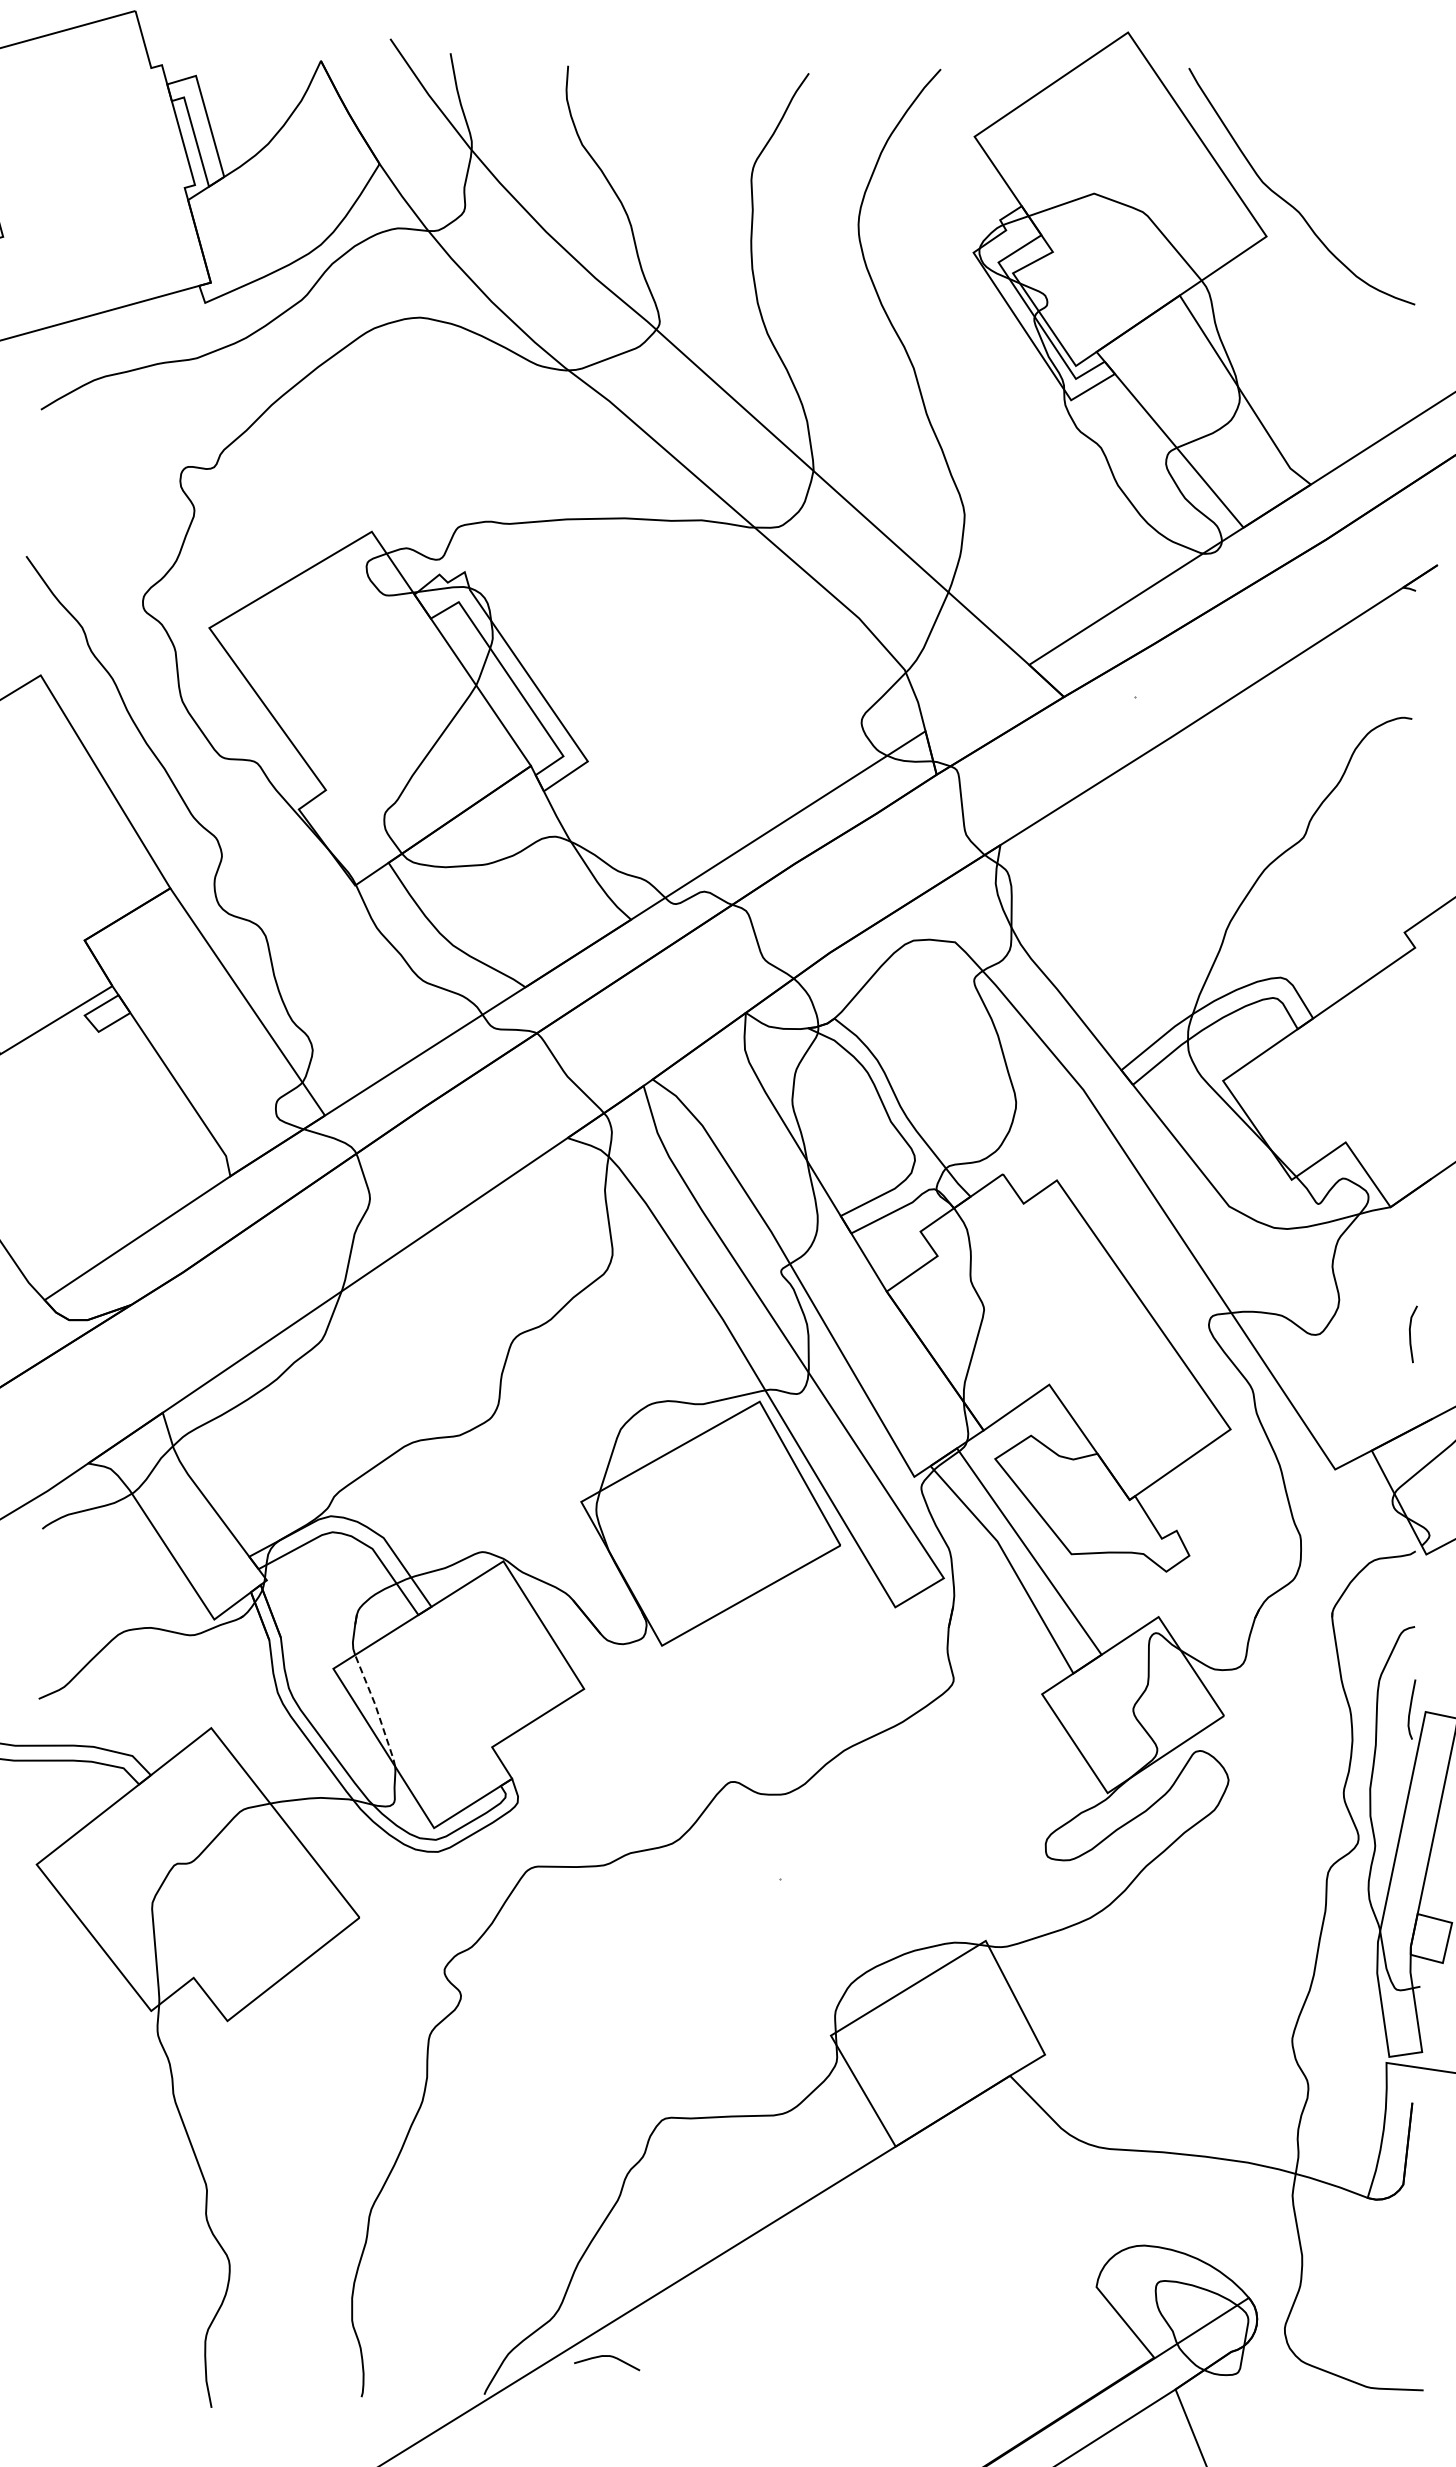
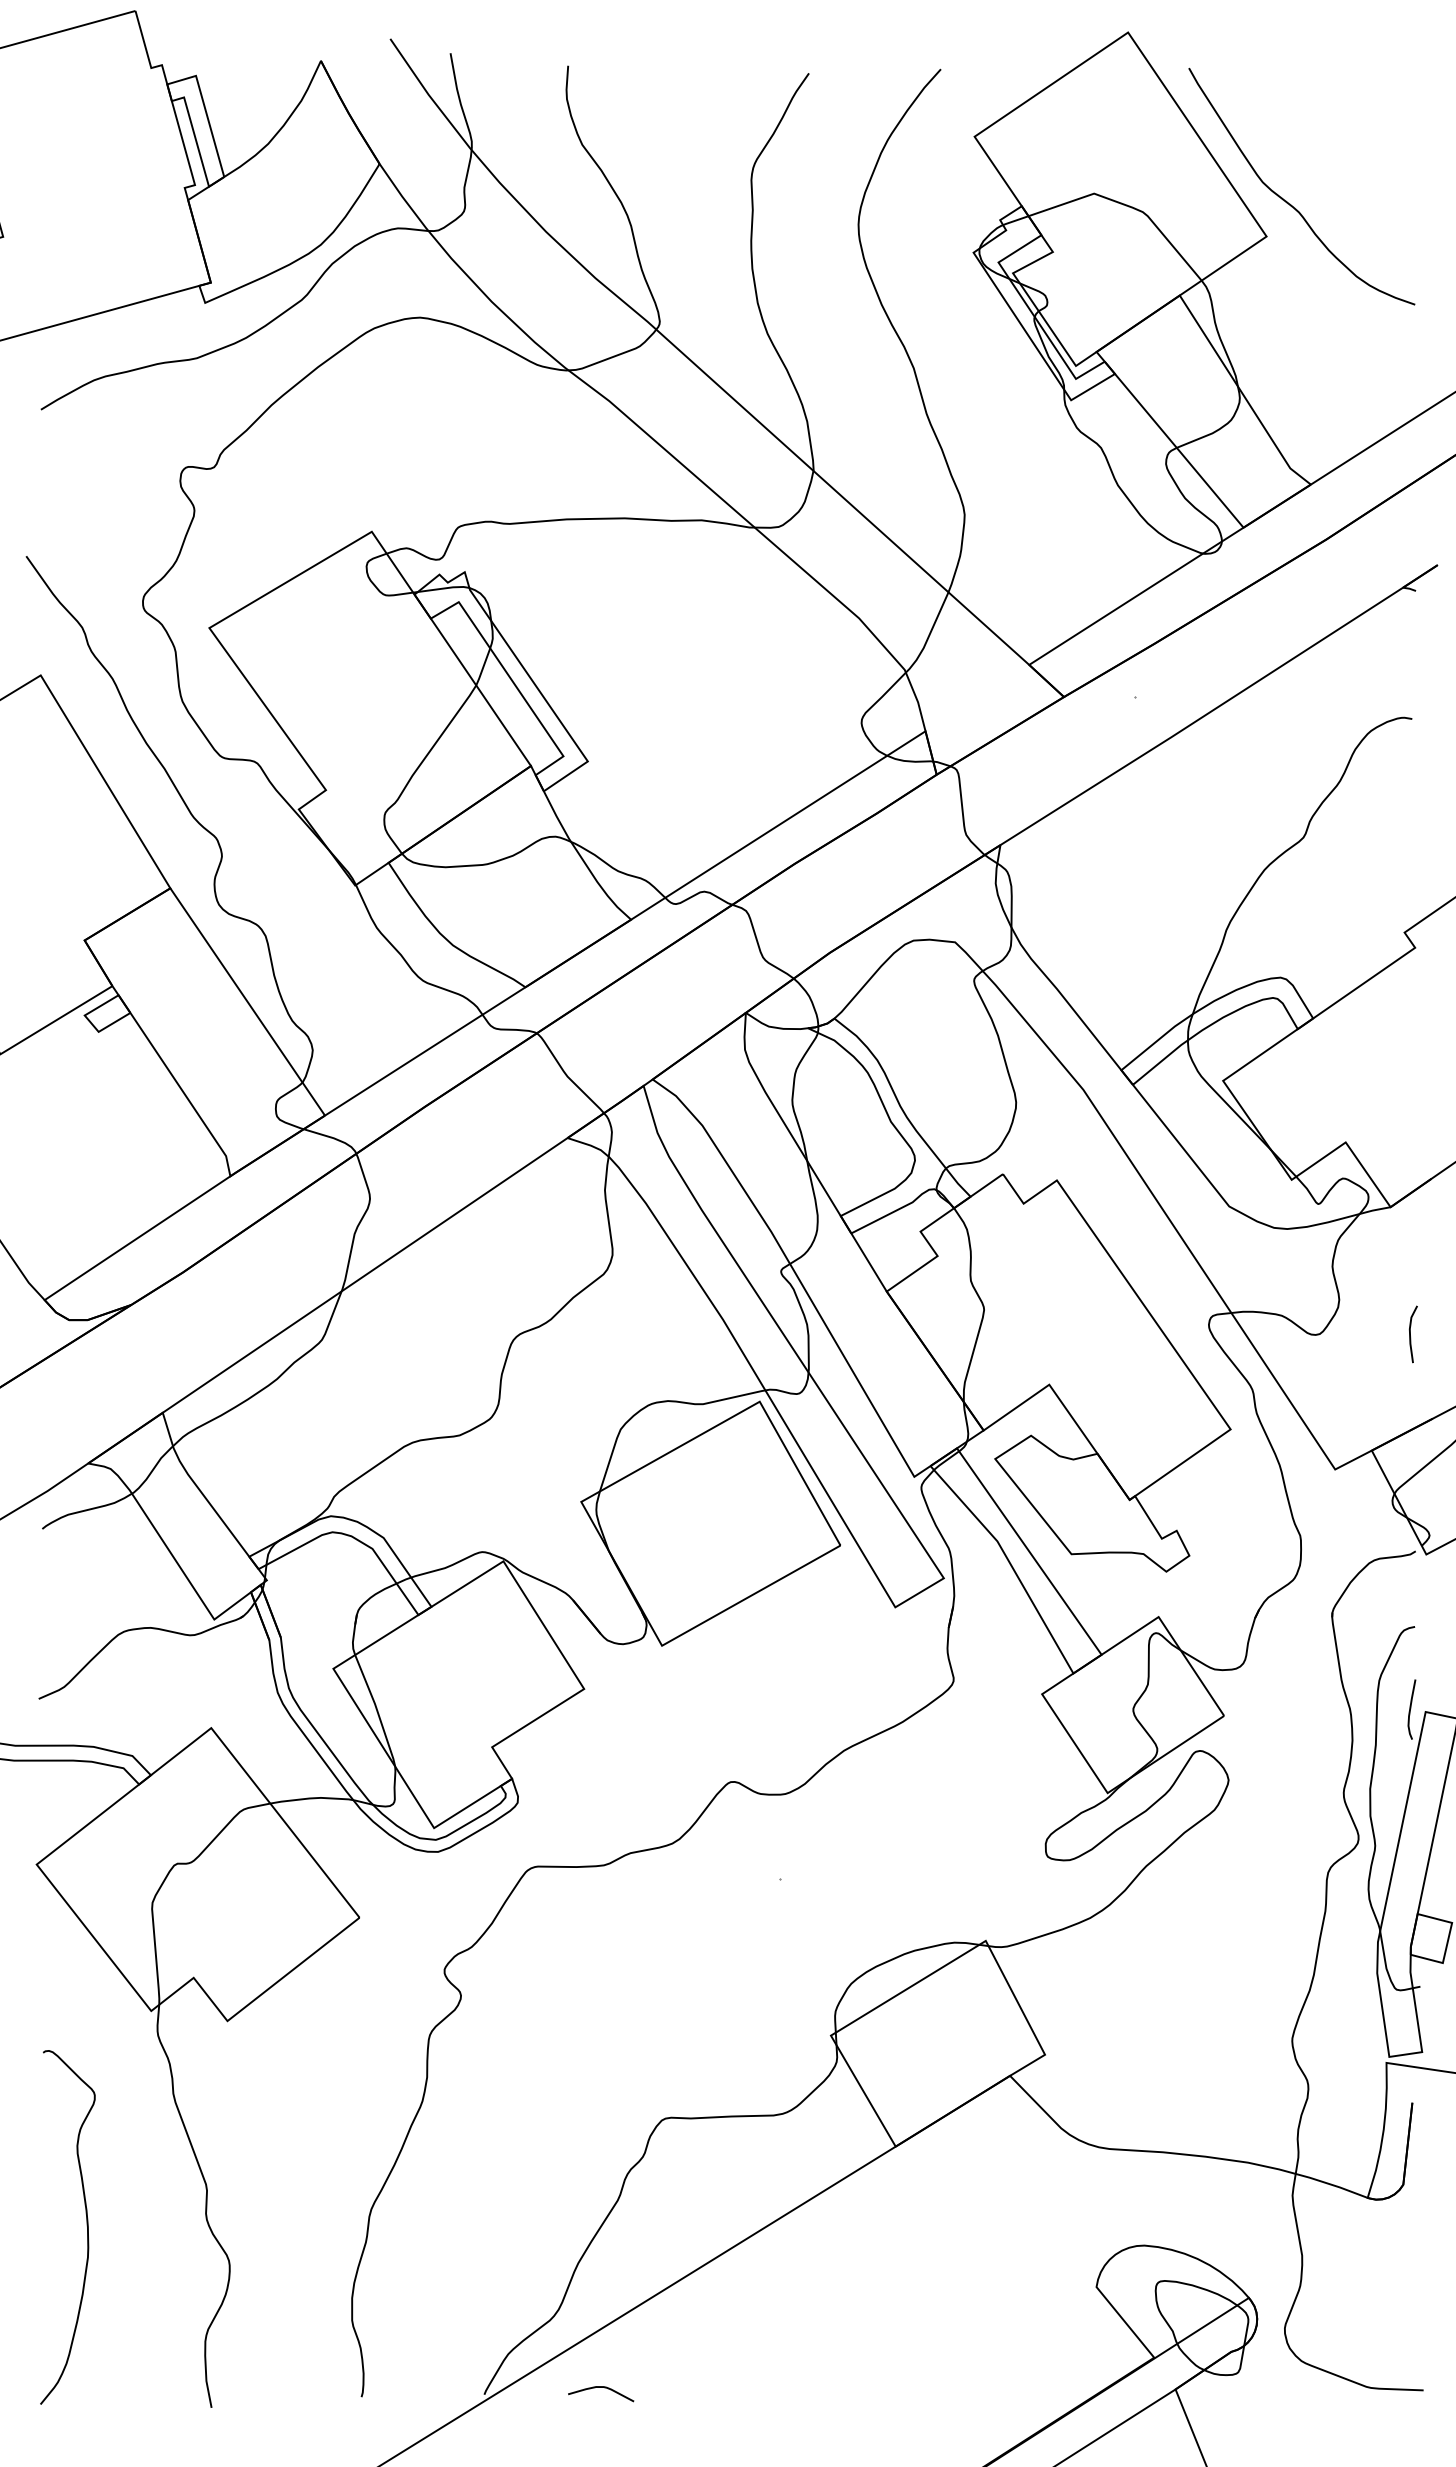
line at (376, 1709): dashed -> solid
curve at (86, 2225): none -> present
curve at (610, 2357) position: (610, 2357) -> (604, 2388)
